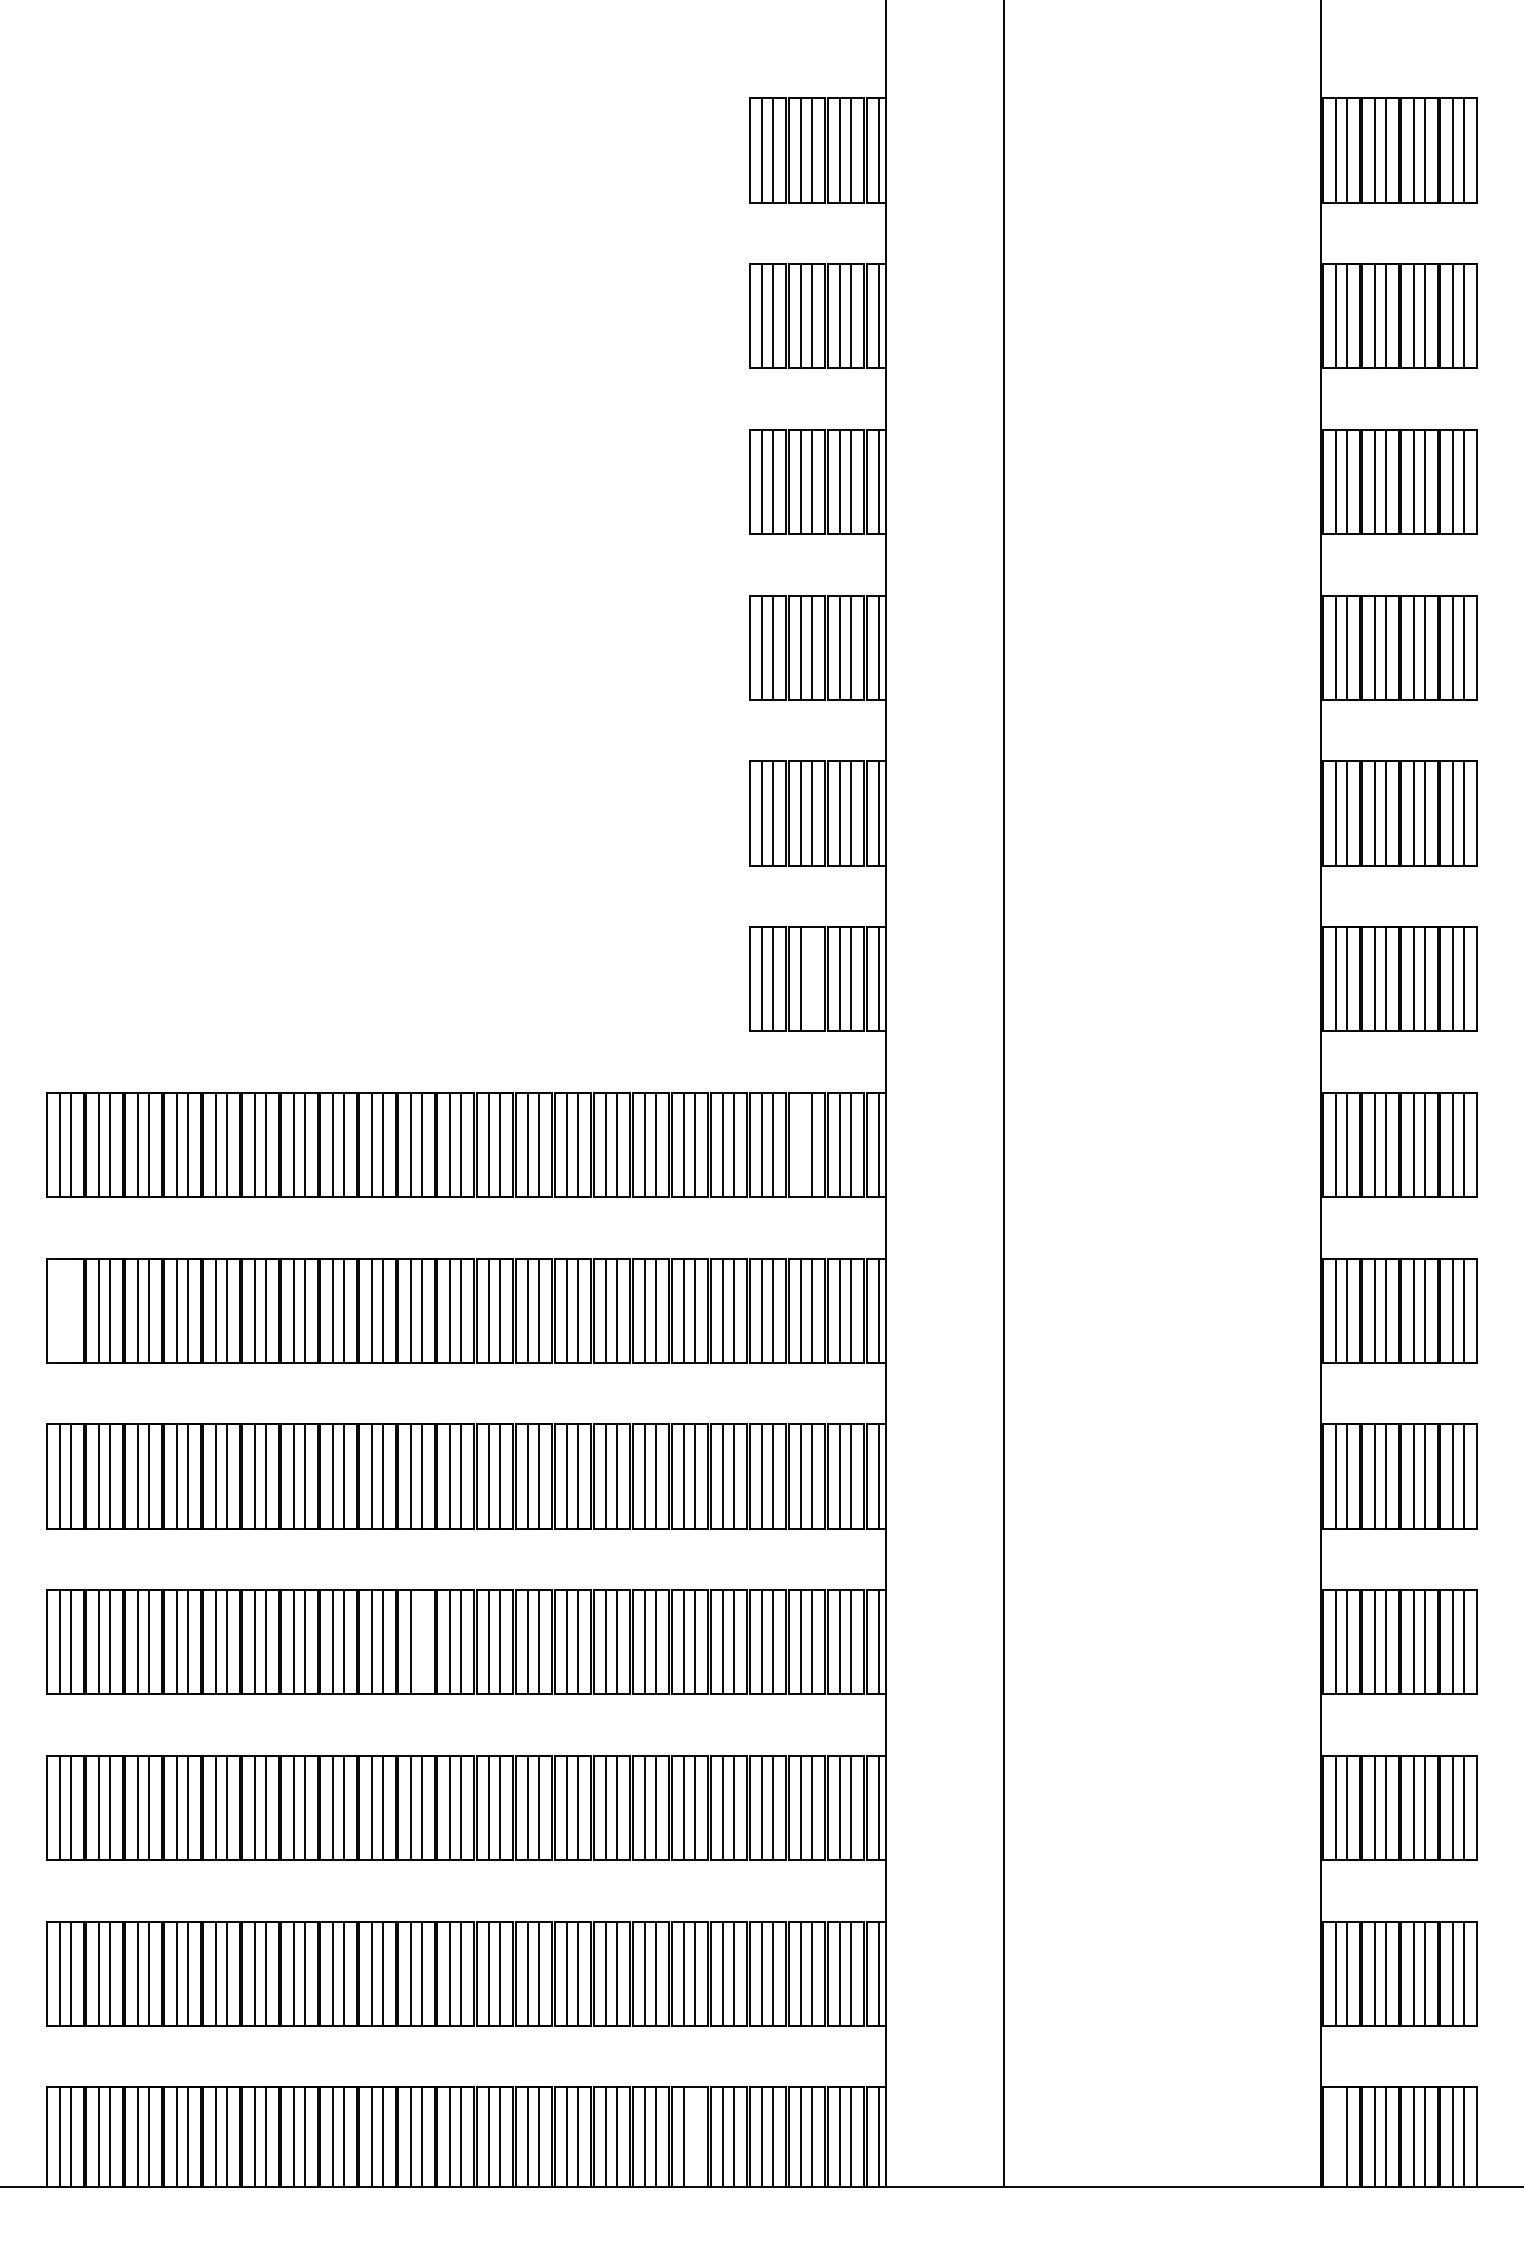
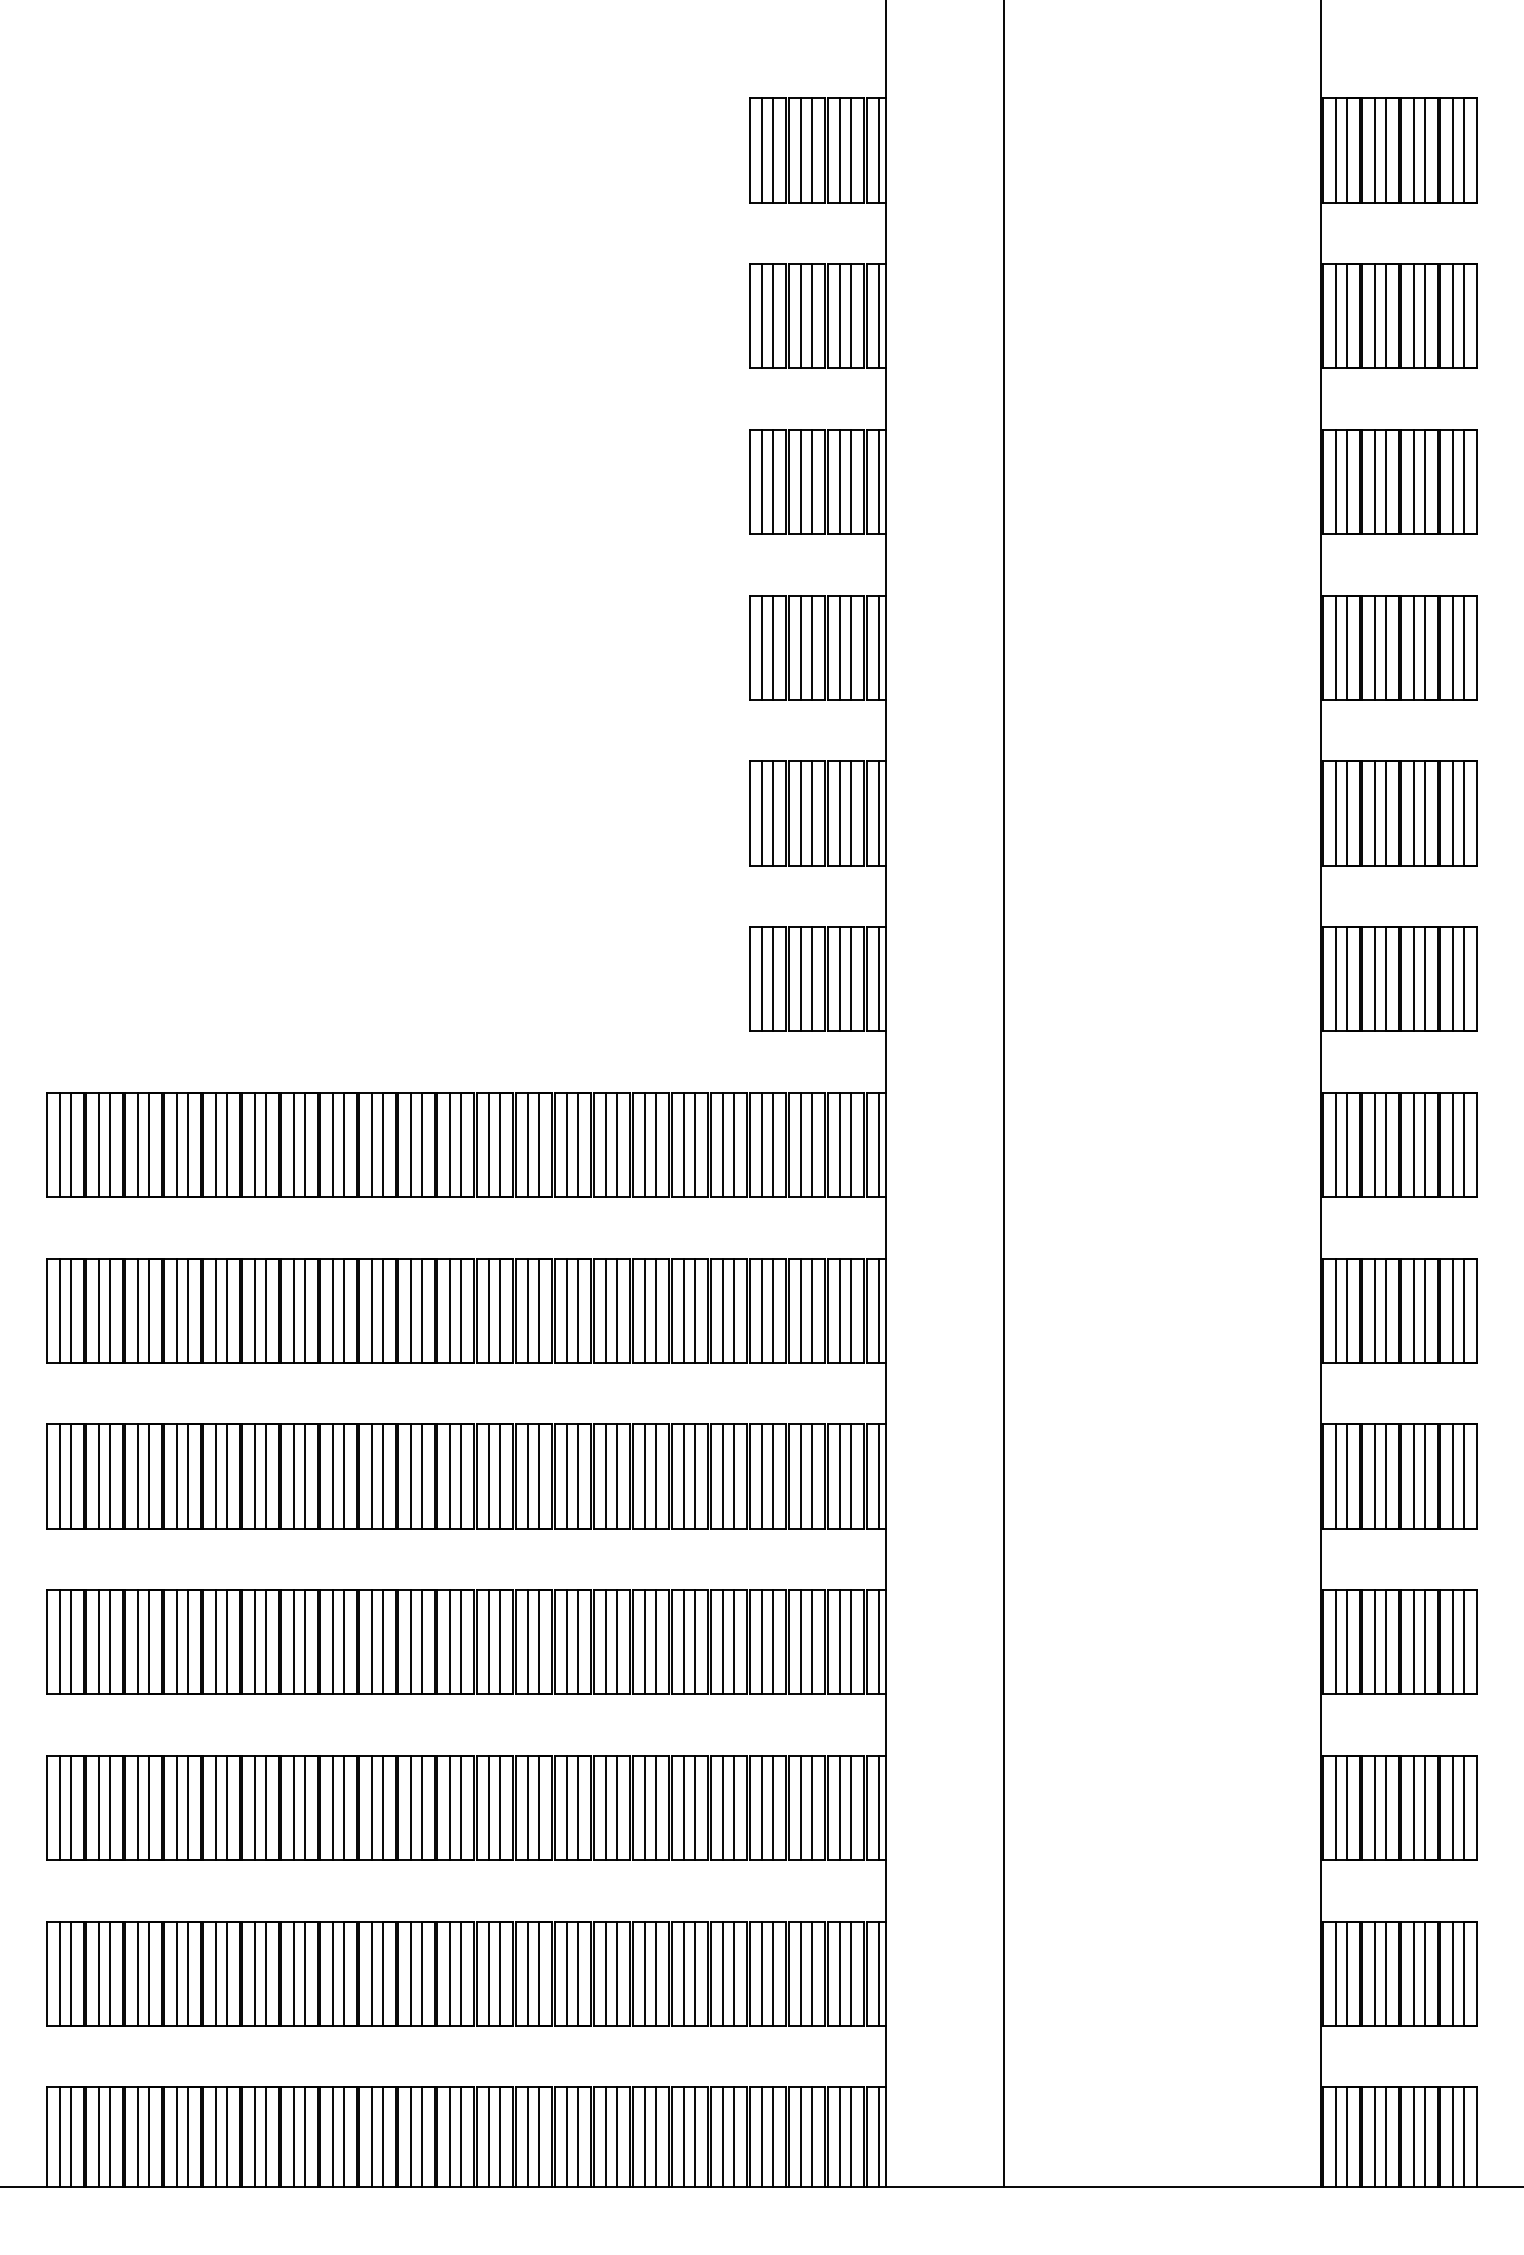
line at (812, 979): none -> present
line at (801, 1144): none -> present
line at (59, 1310): none -> present
line at (70, 1310): none -> present
line at (422, 1642): none -> present
line at (695, 2137): none -> present
line at (1335, 2137): none -> present
